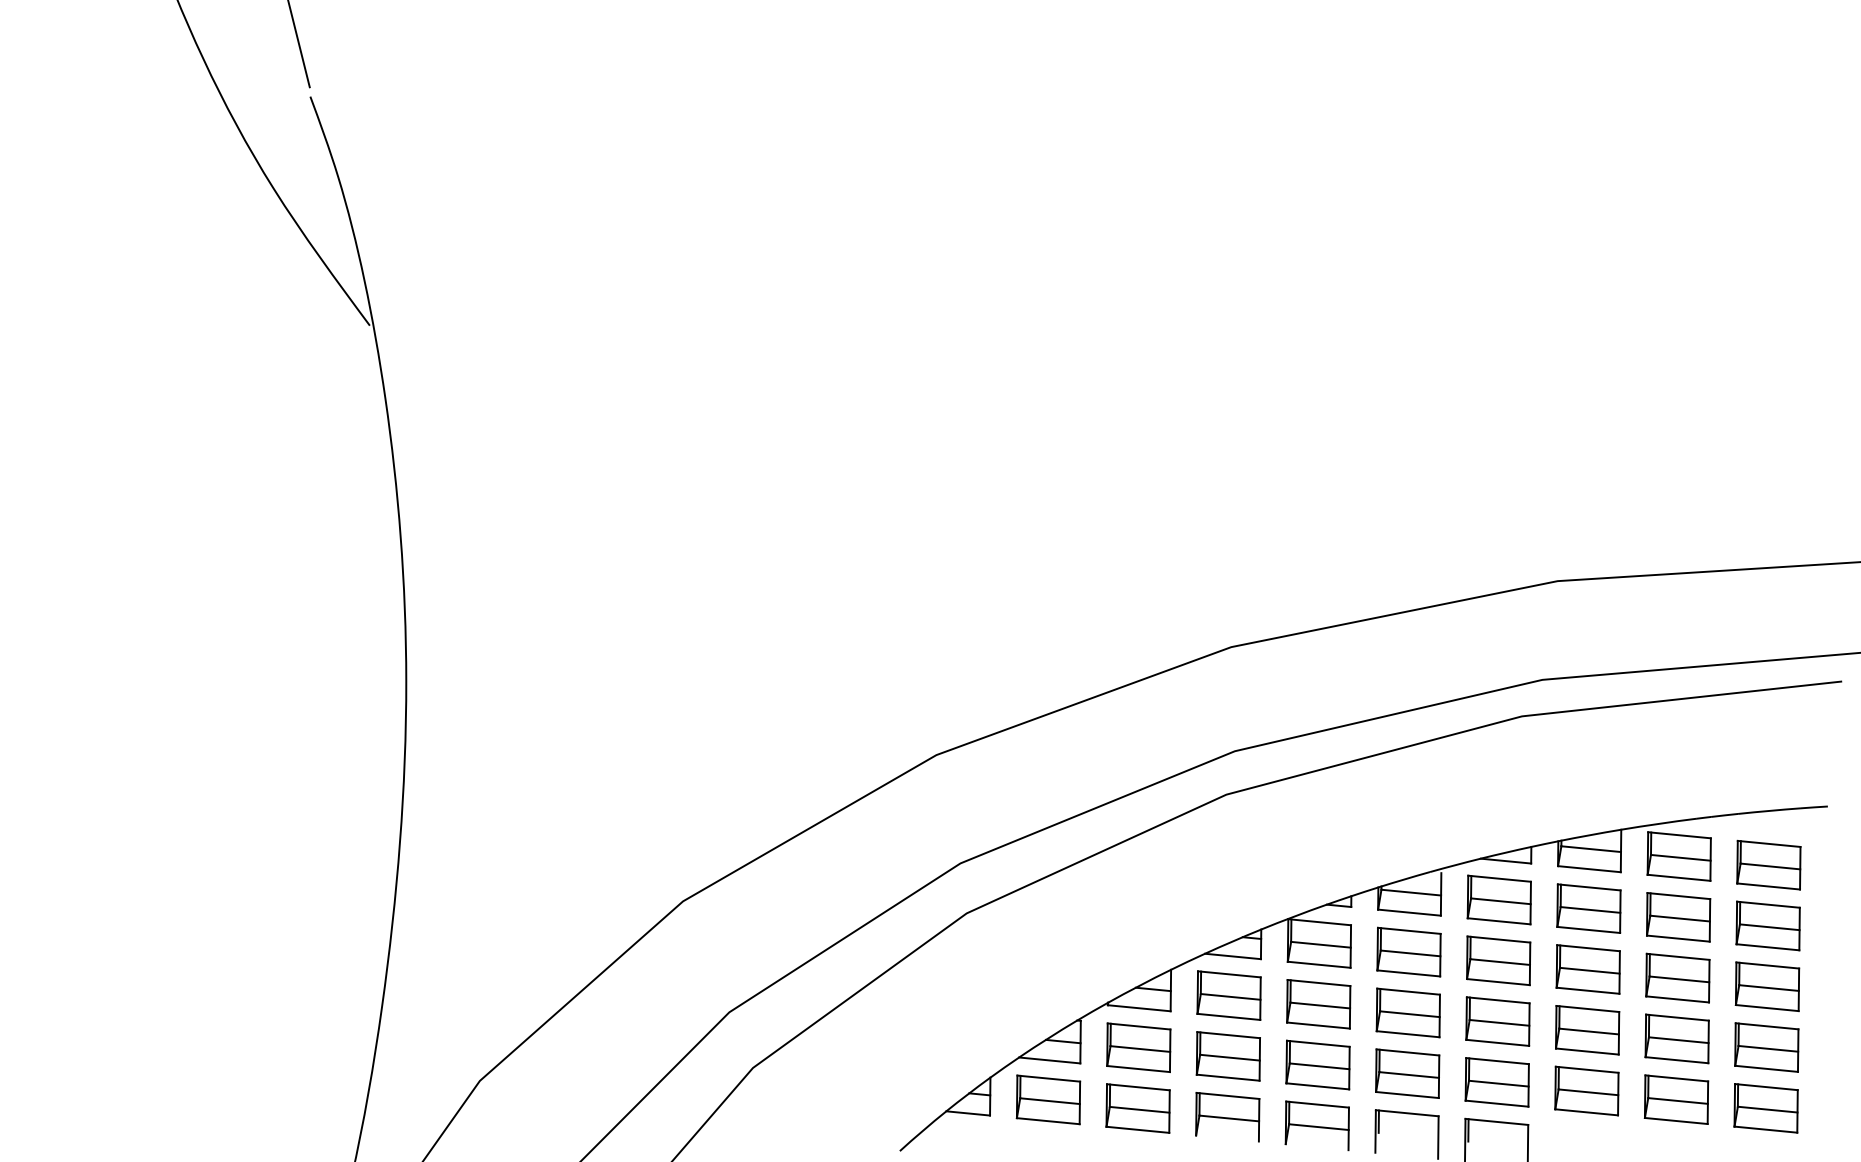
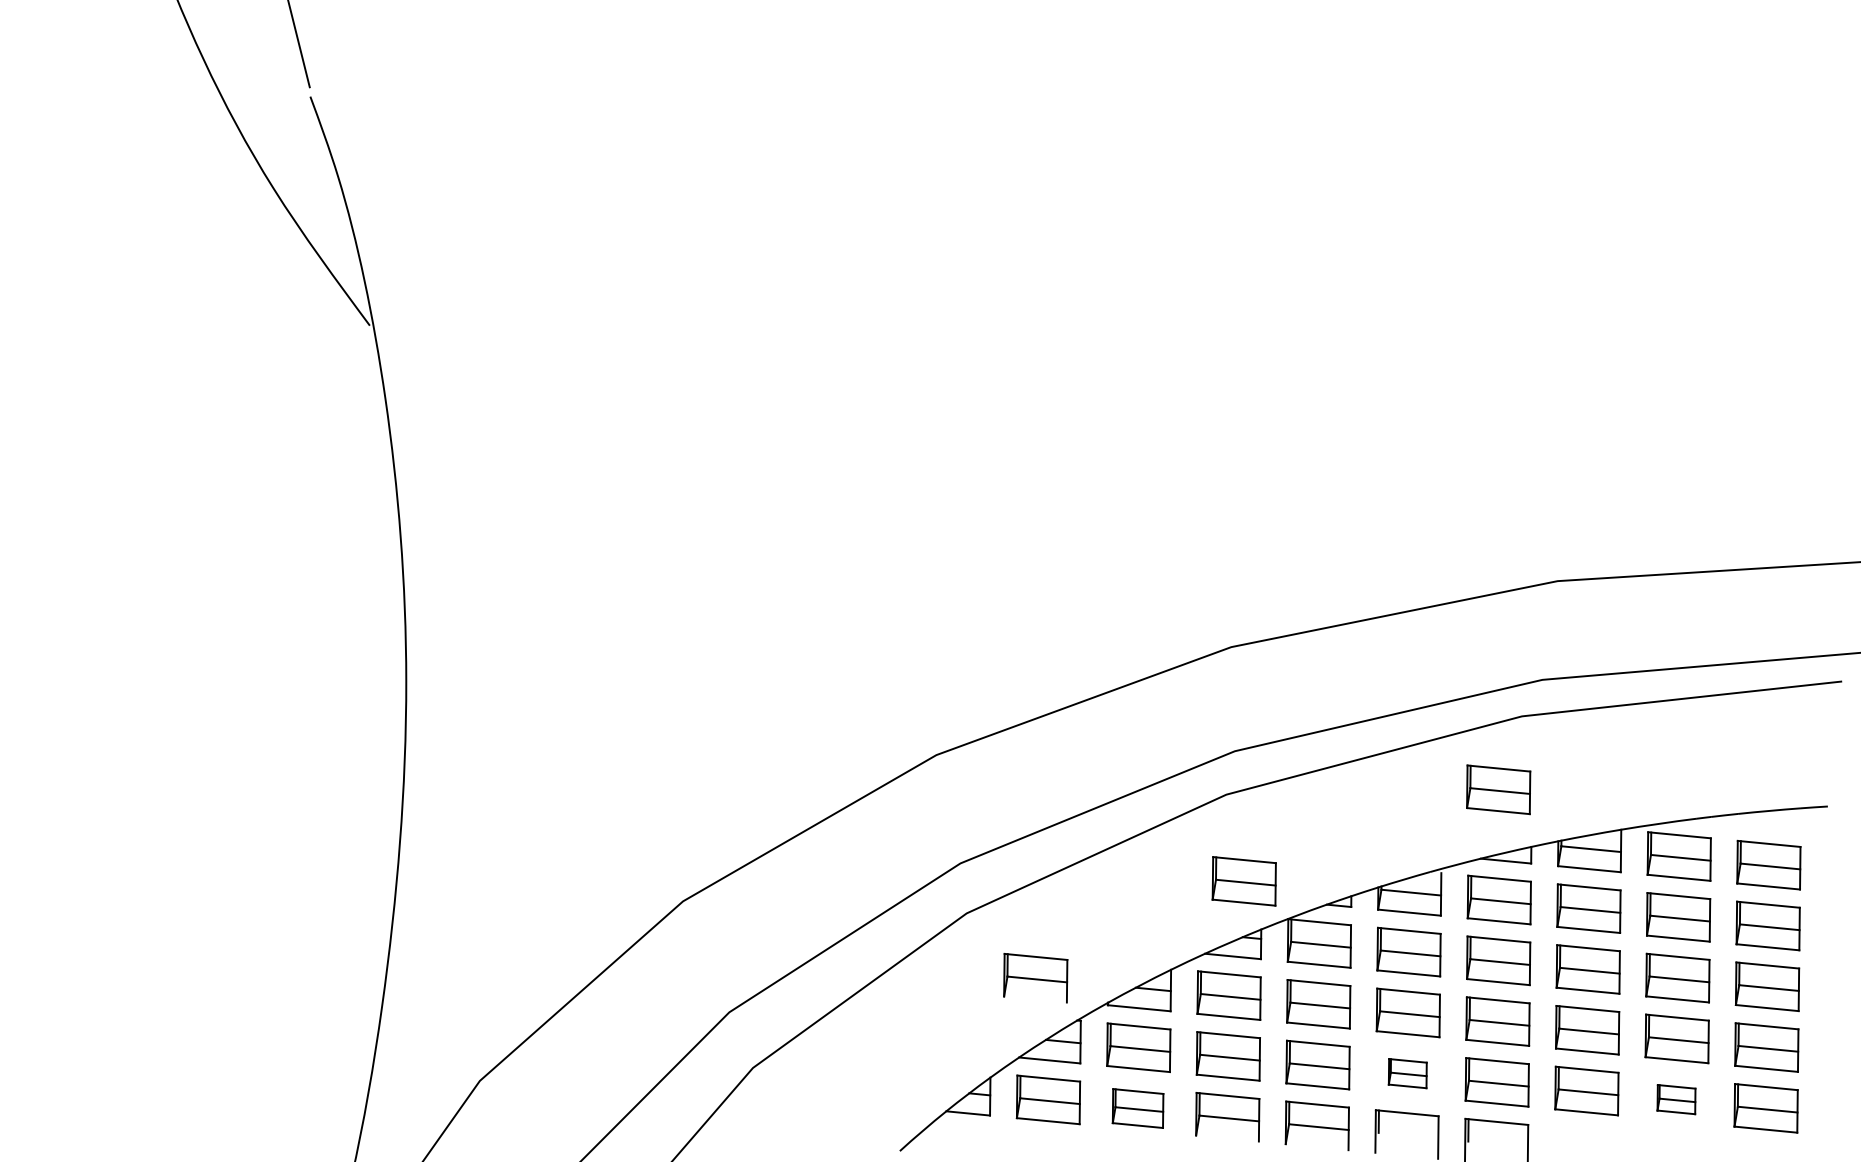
part at (1498, 789): none -> present
part at (1243, 881): none -> present
part at (1035, 978): none -> present
part at (1407, 1073) size: 66x51 px -> 41x32 px
part at (1676, 1099) size: 67x51 px -> 41x32 px
part at (1137, 1108) size: 66x51 px -> 54x41 px
